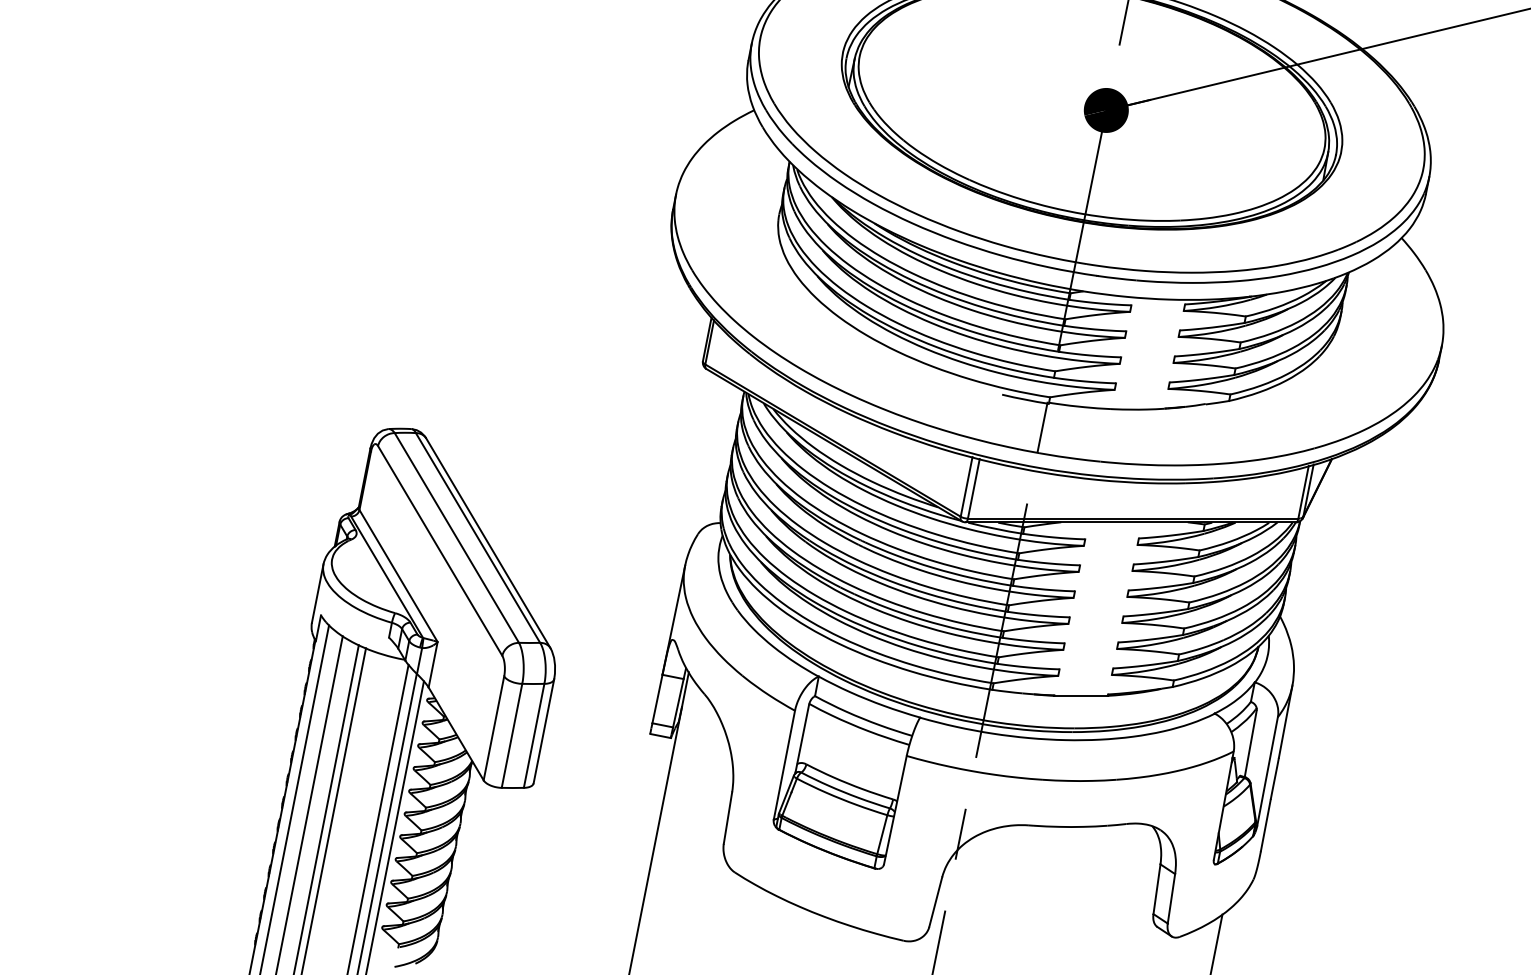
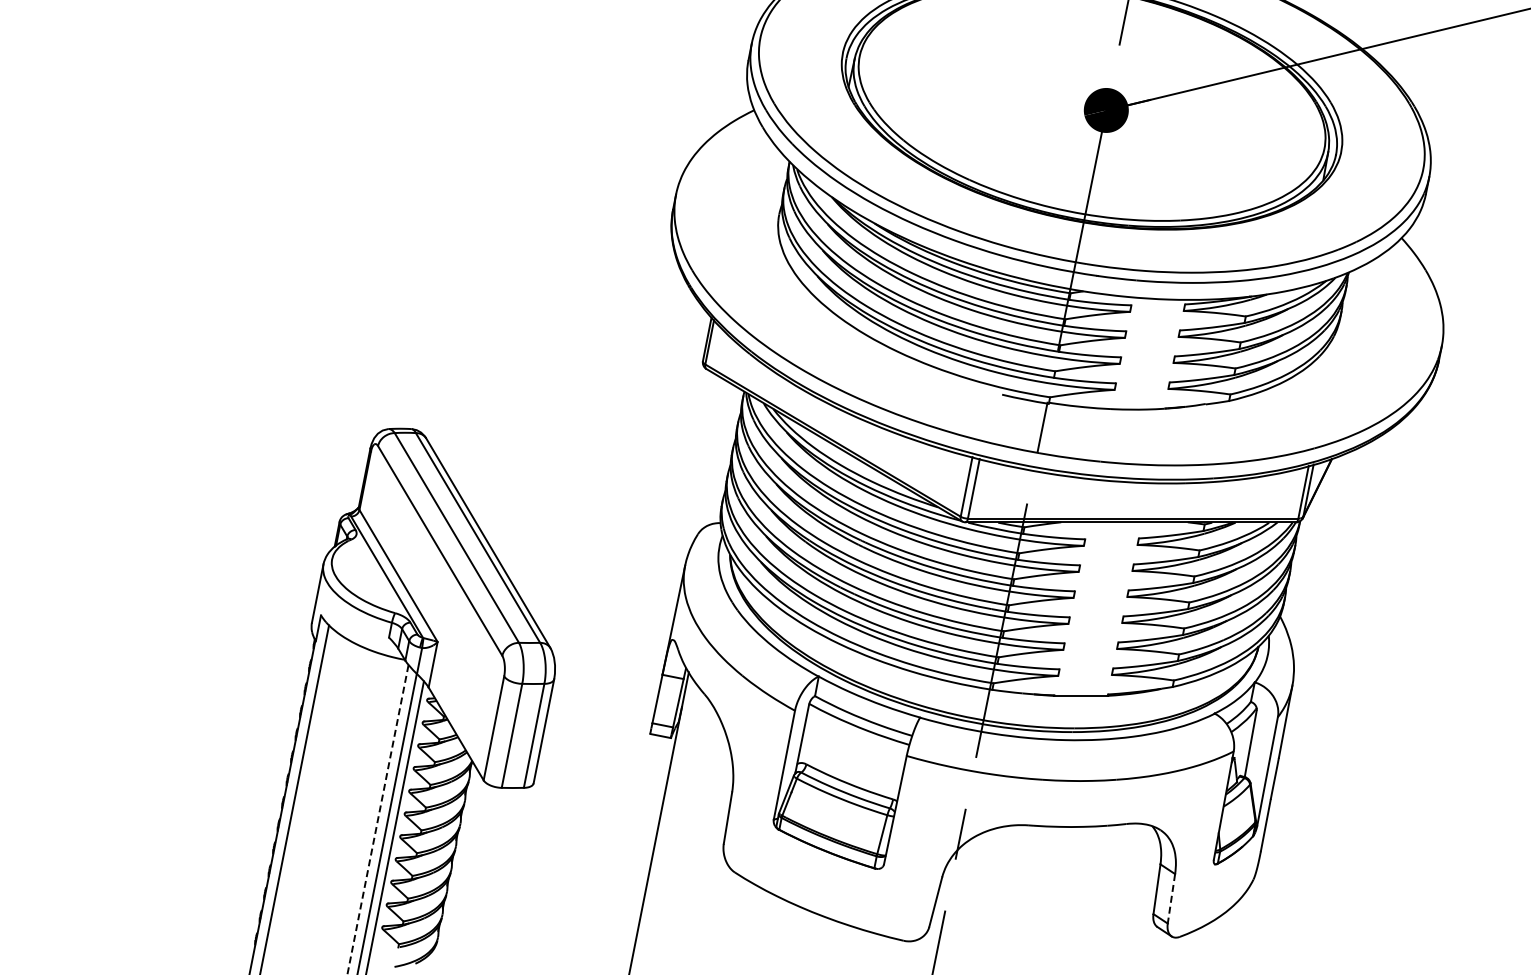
line at (309, 803): present -> none
line at (326, 808): present -> none
line at (334, 809): present -> none
line at (377, 819): solid -> dashed
line at (1171, 899): solid -> dashed
line at (1216, 942): present -> none
